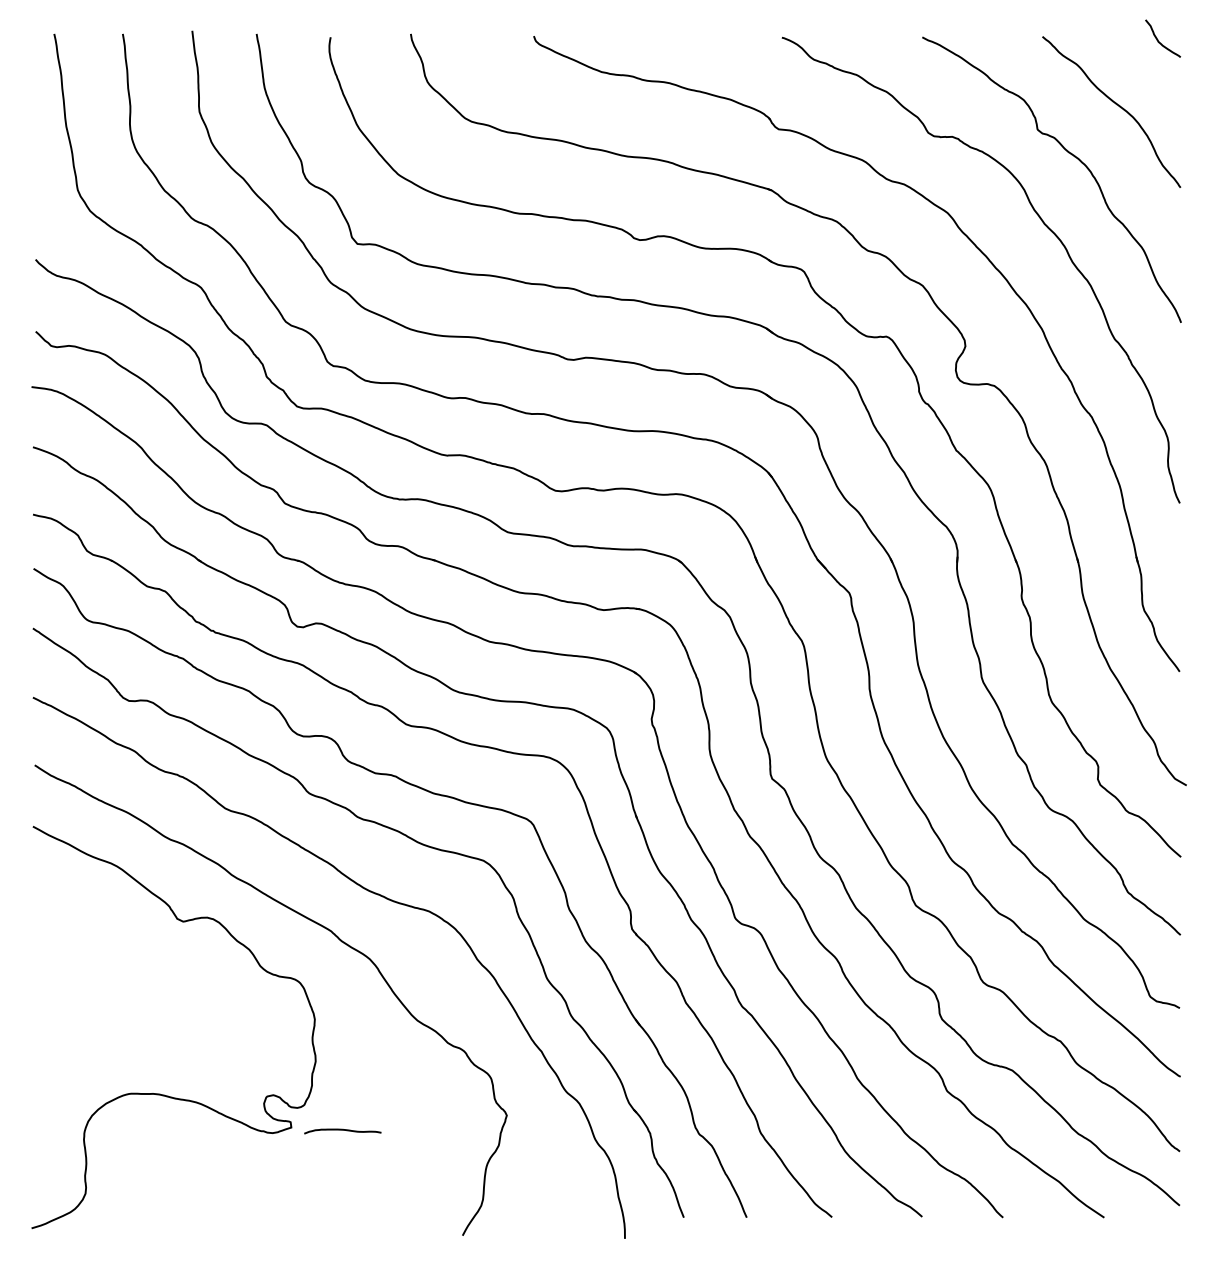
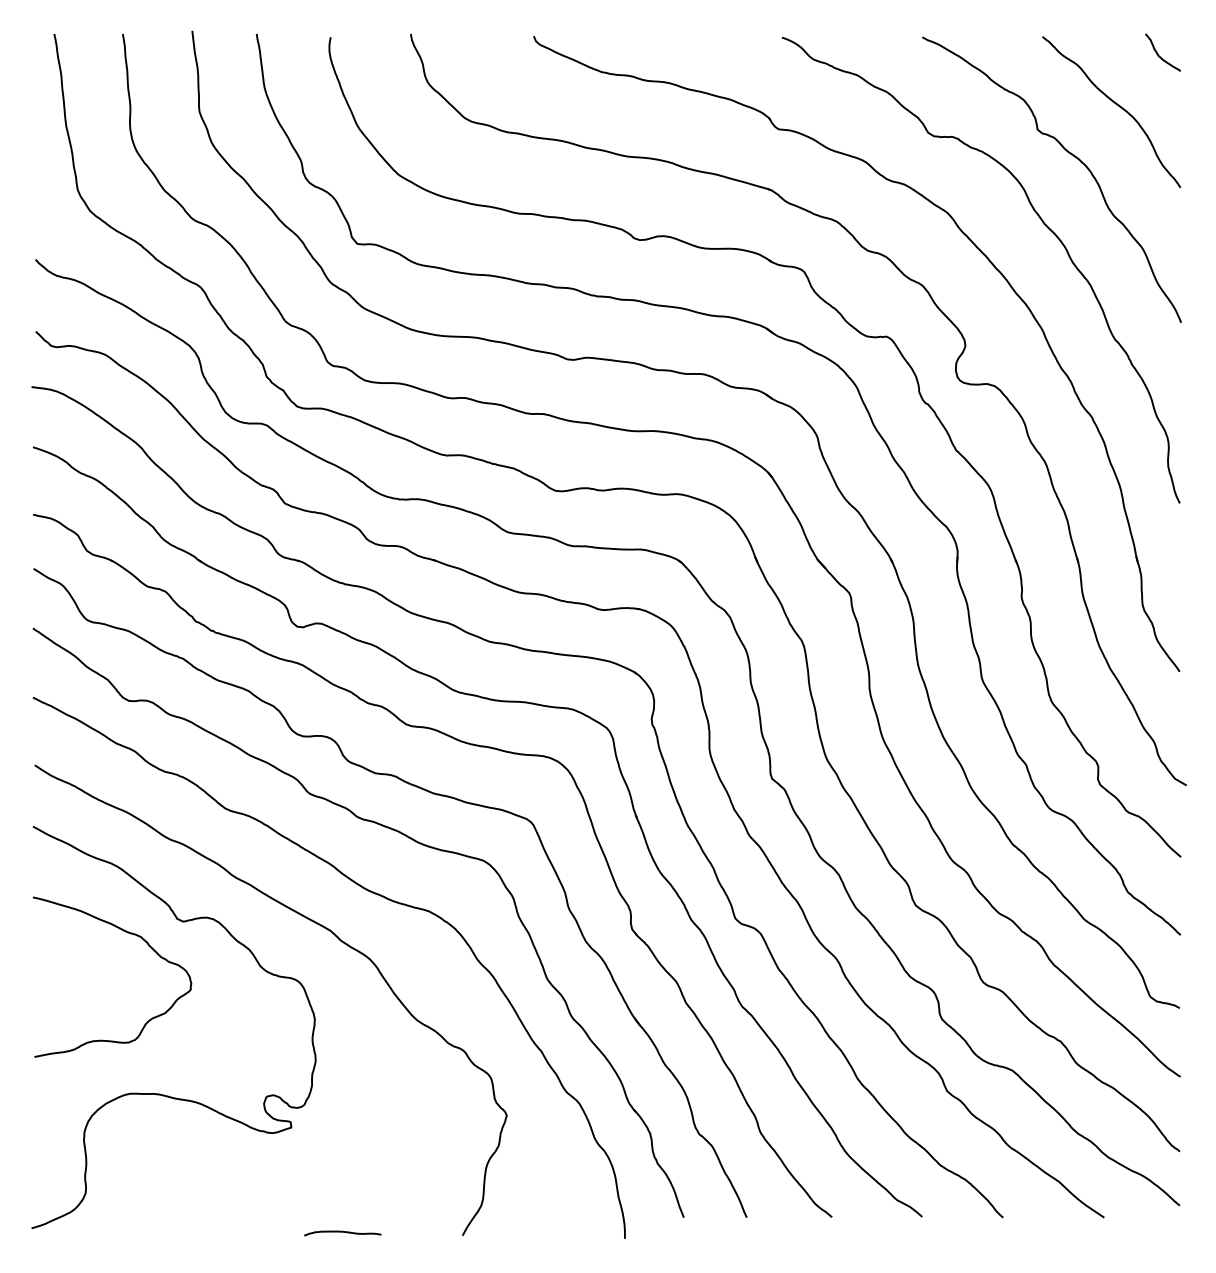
curve at (1158, 39) position: (1158, 39) -> (1158, 53)
curve at (127, 933): none -> present
curve at (342, 1130) position: (342, 1130) -> (342, 1232)
